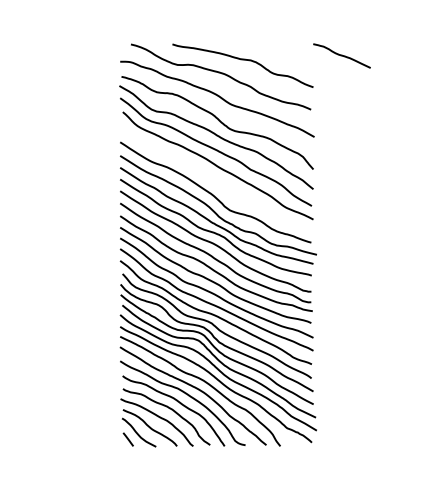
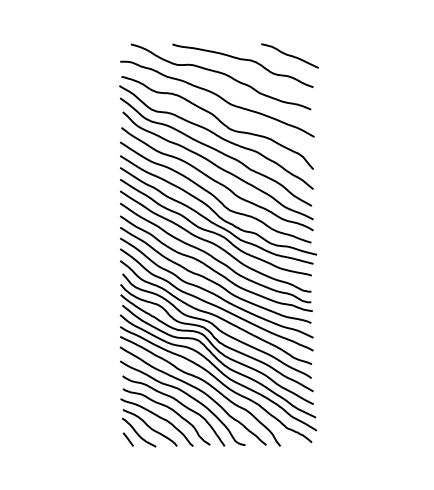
curve at (341, 55) position: (341, 55) -> (289, 55)
curve at (216, 180): none -> present
